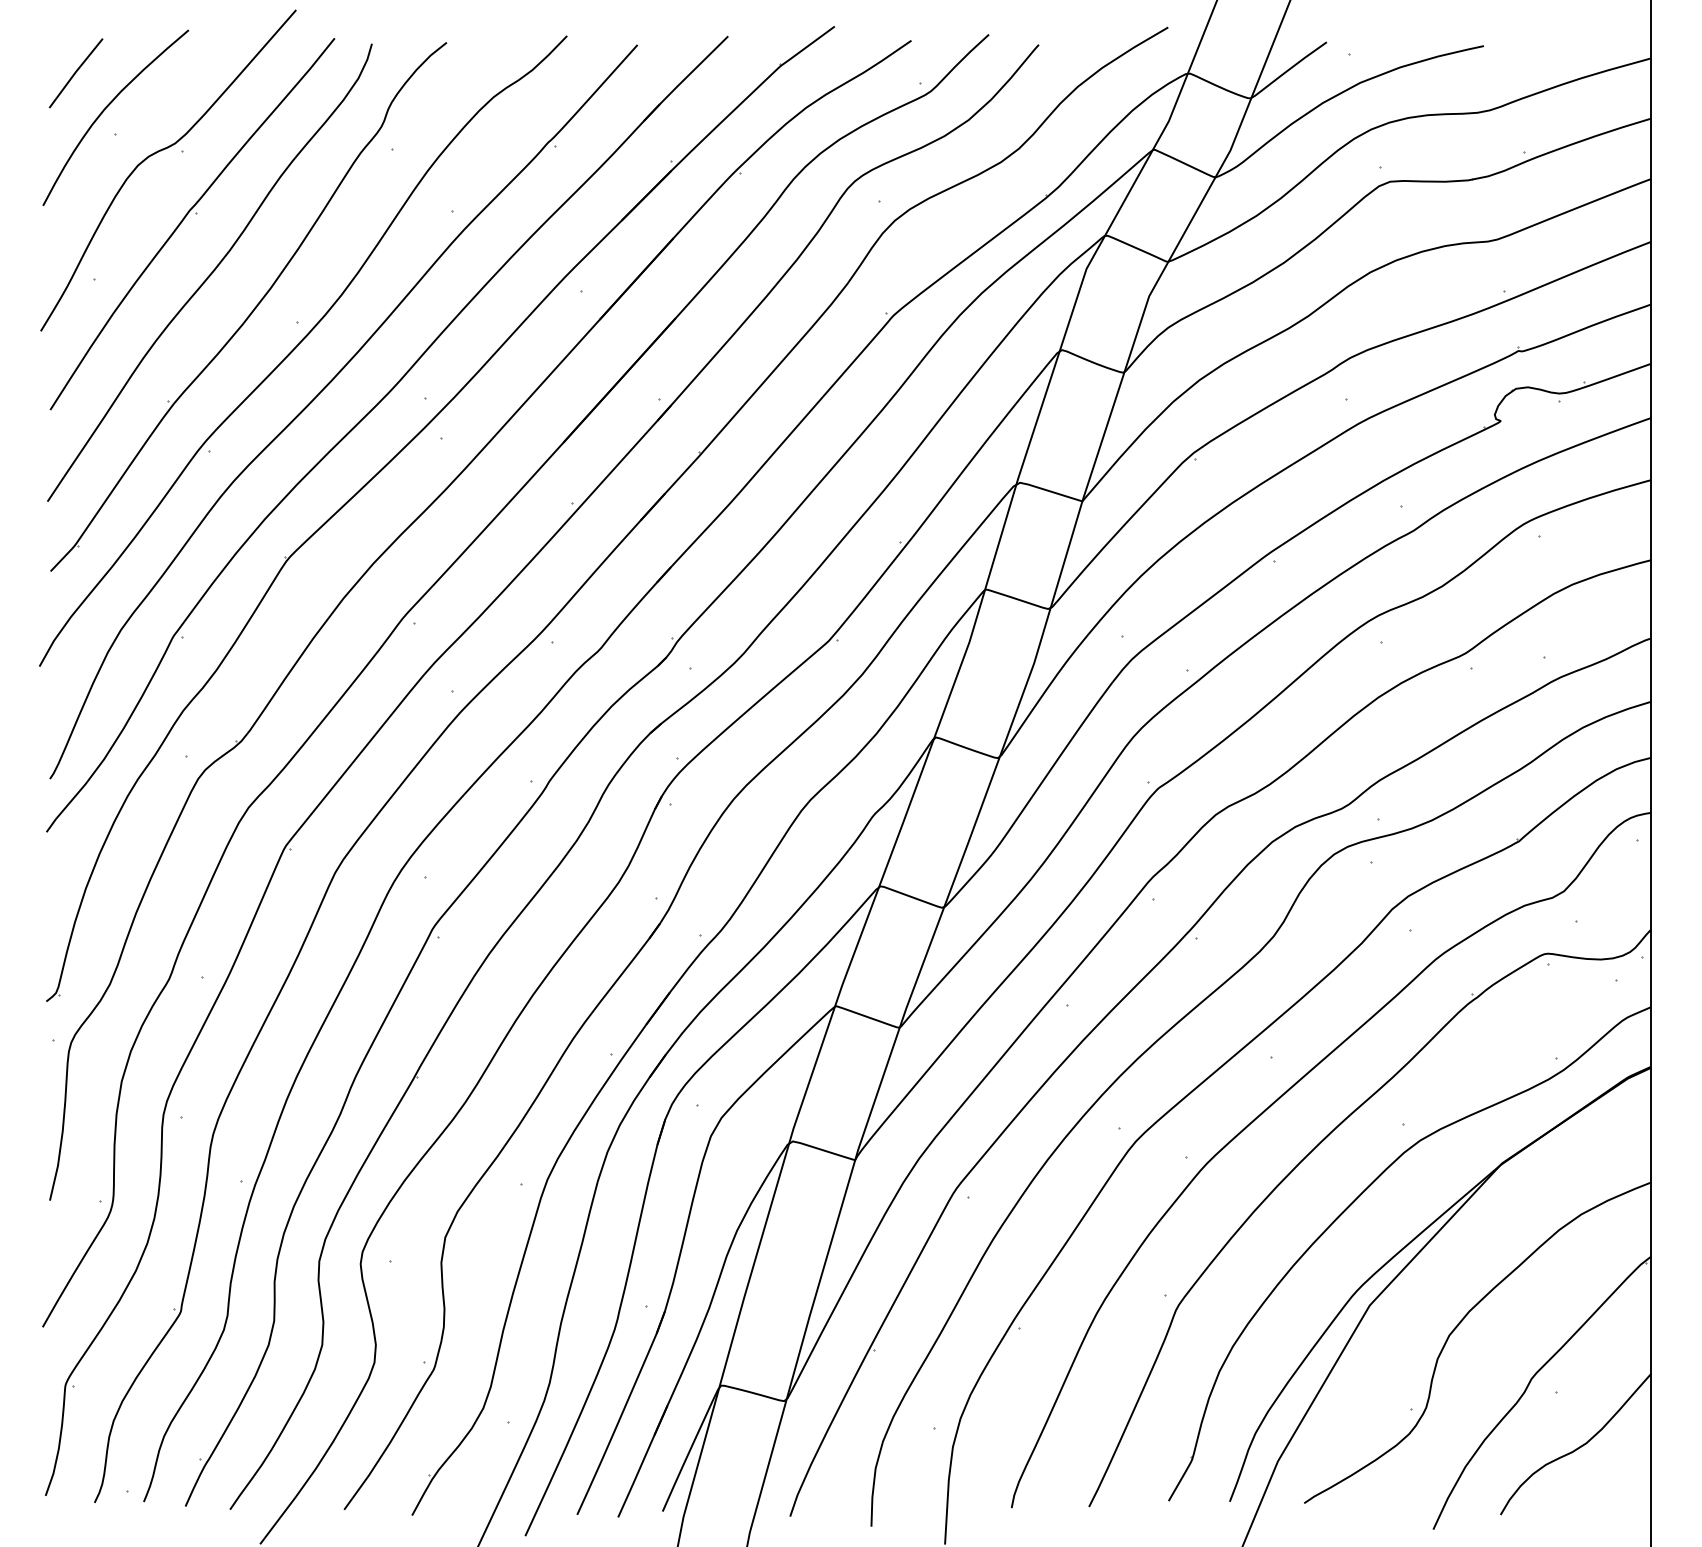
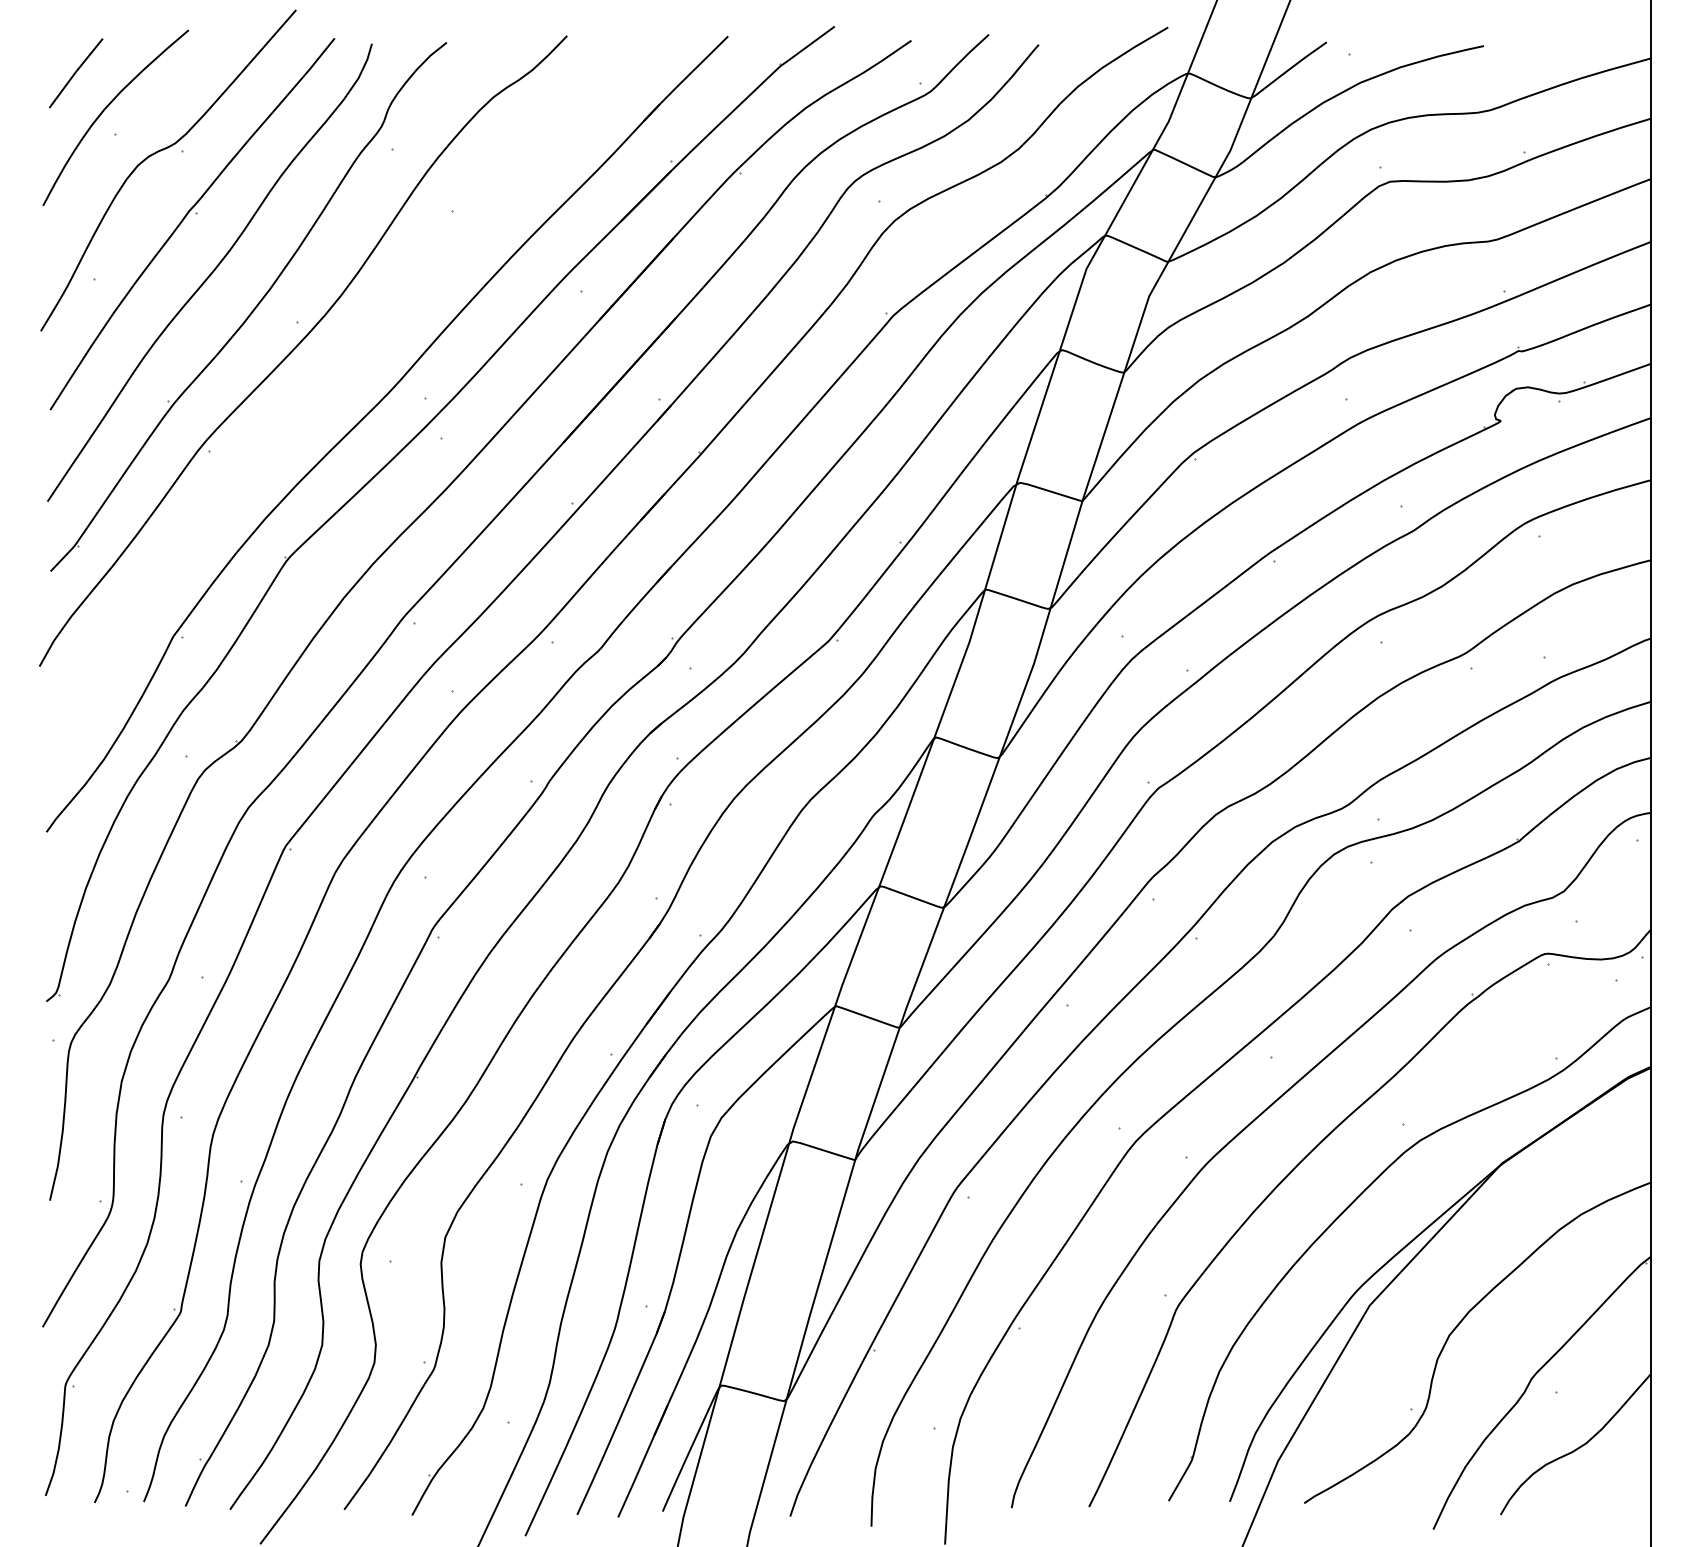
part at (323, 390): present -> none
